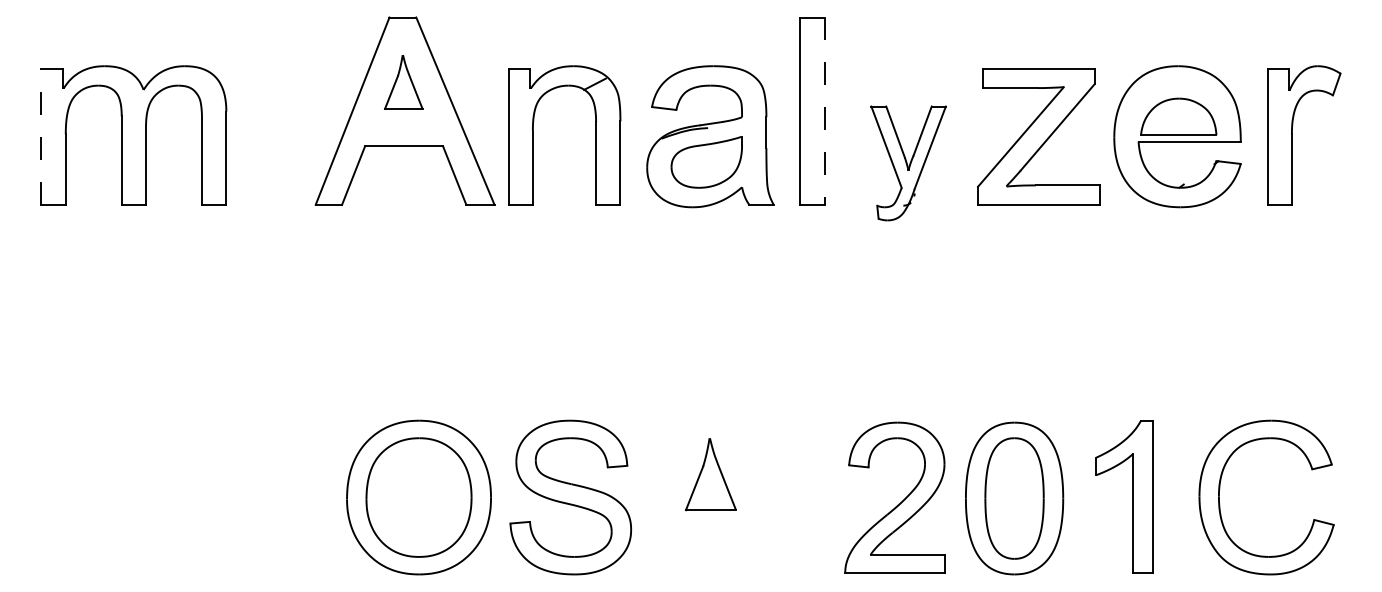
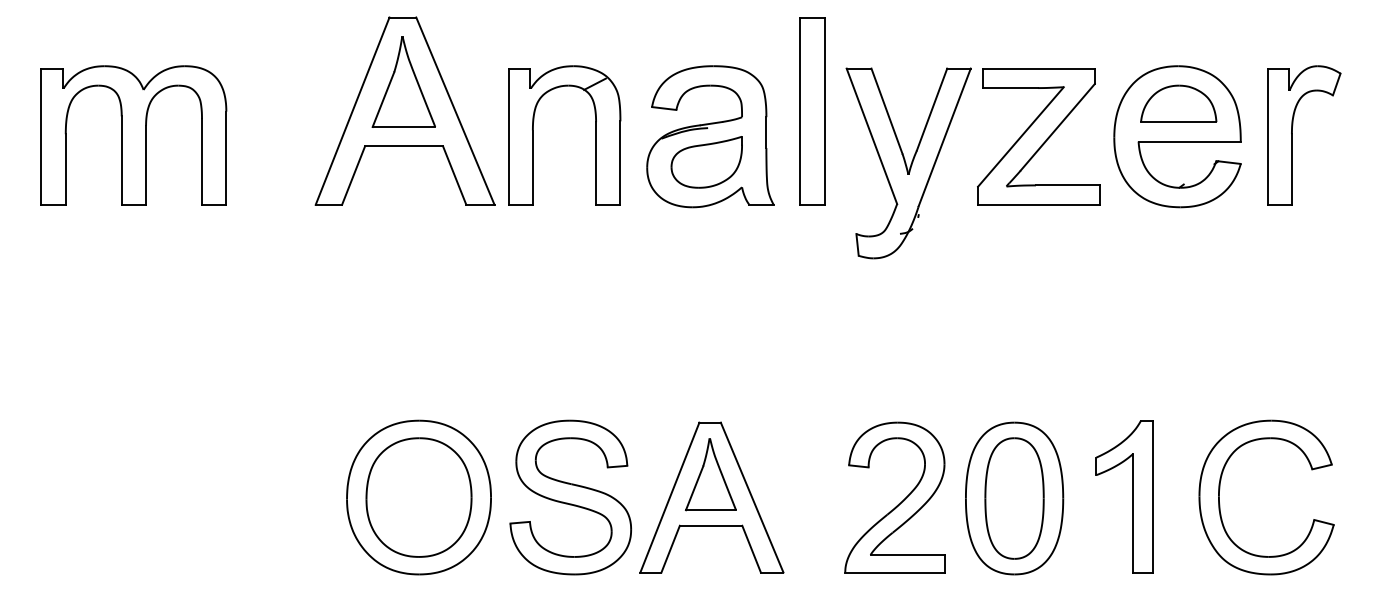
part at (403, 82) size: 40x55 px -> 65x92 px
line at (824, 111): dashed -> solid
part at (1178, 116) position: (1178, 116) -> (1178, 103)
line at (41, 136): dashed -> solid
part at (908, 163) size: 77x117 px -> 127x193 px
part at (711, 497): none -> present
